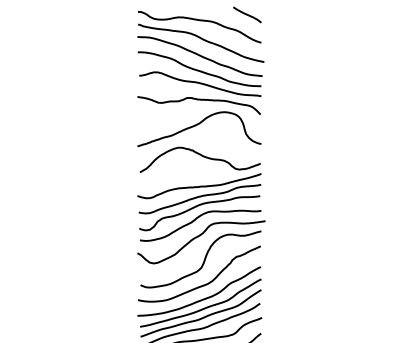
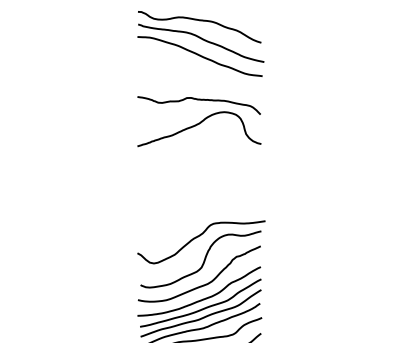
line at (247, 14): present -> none
part at (199, 73): present -> none
part at (199, 193): present -> none
